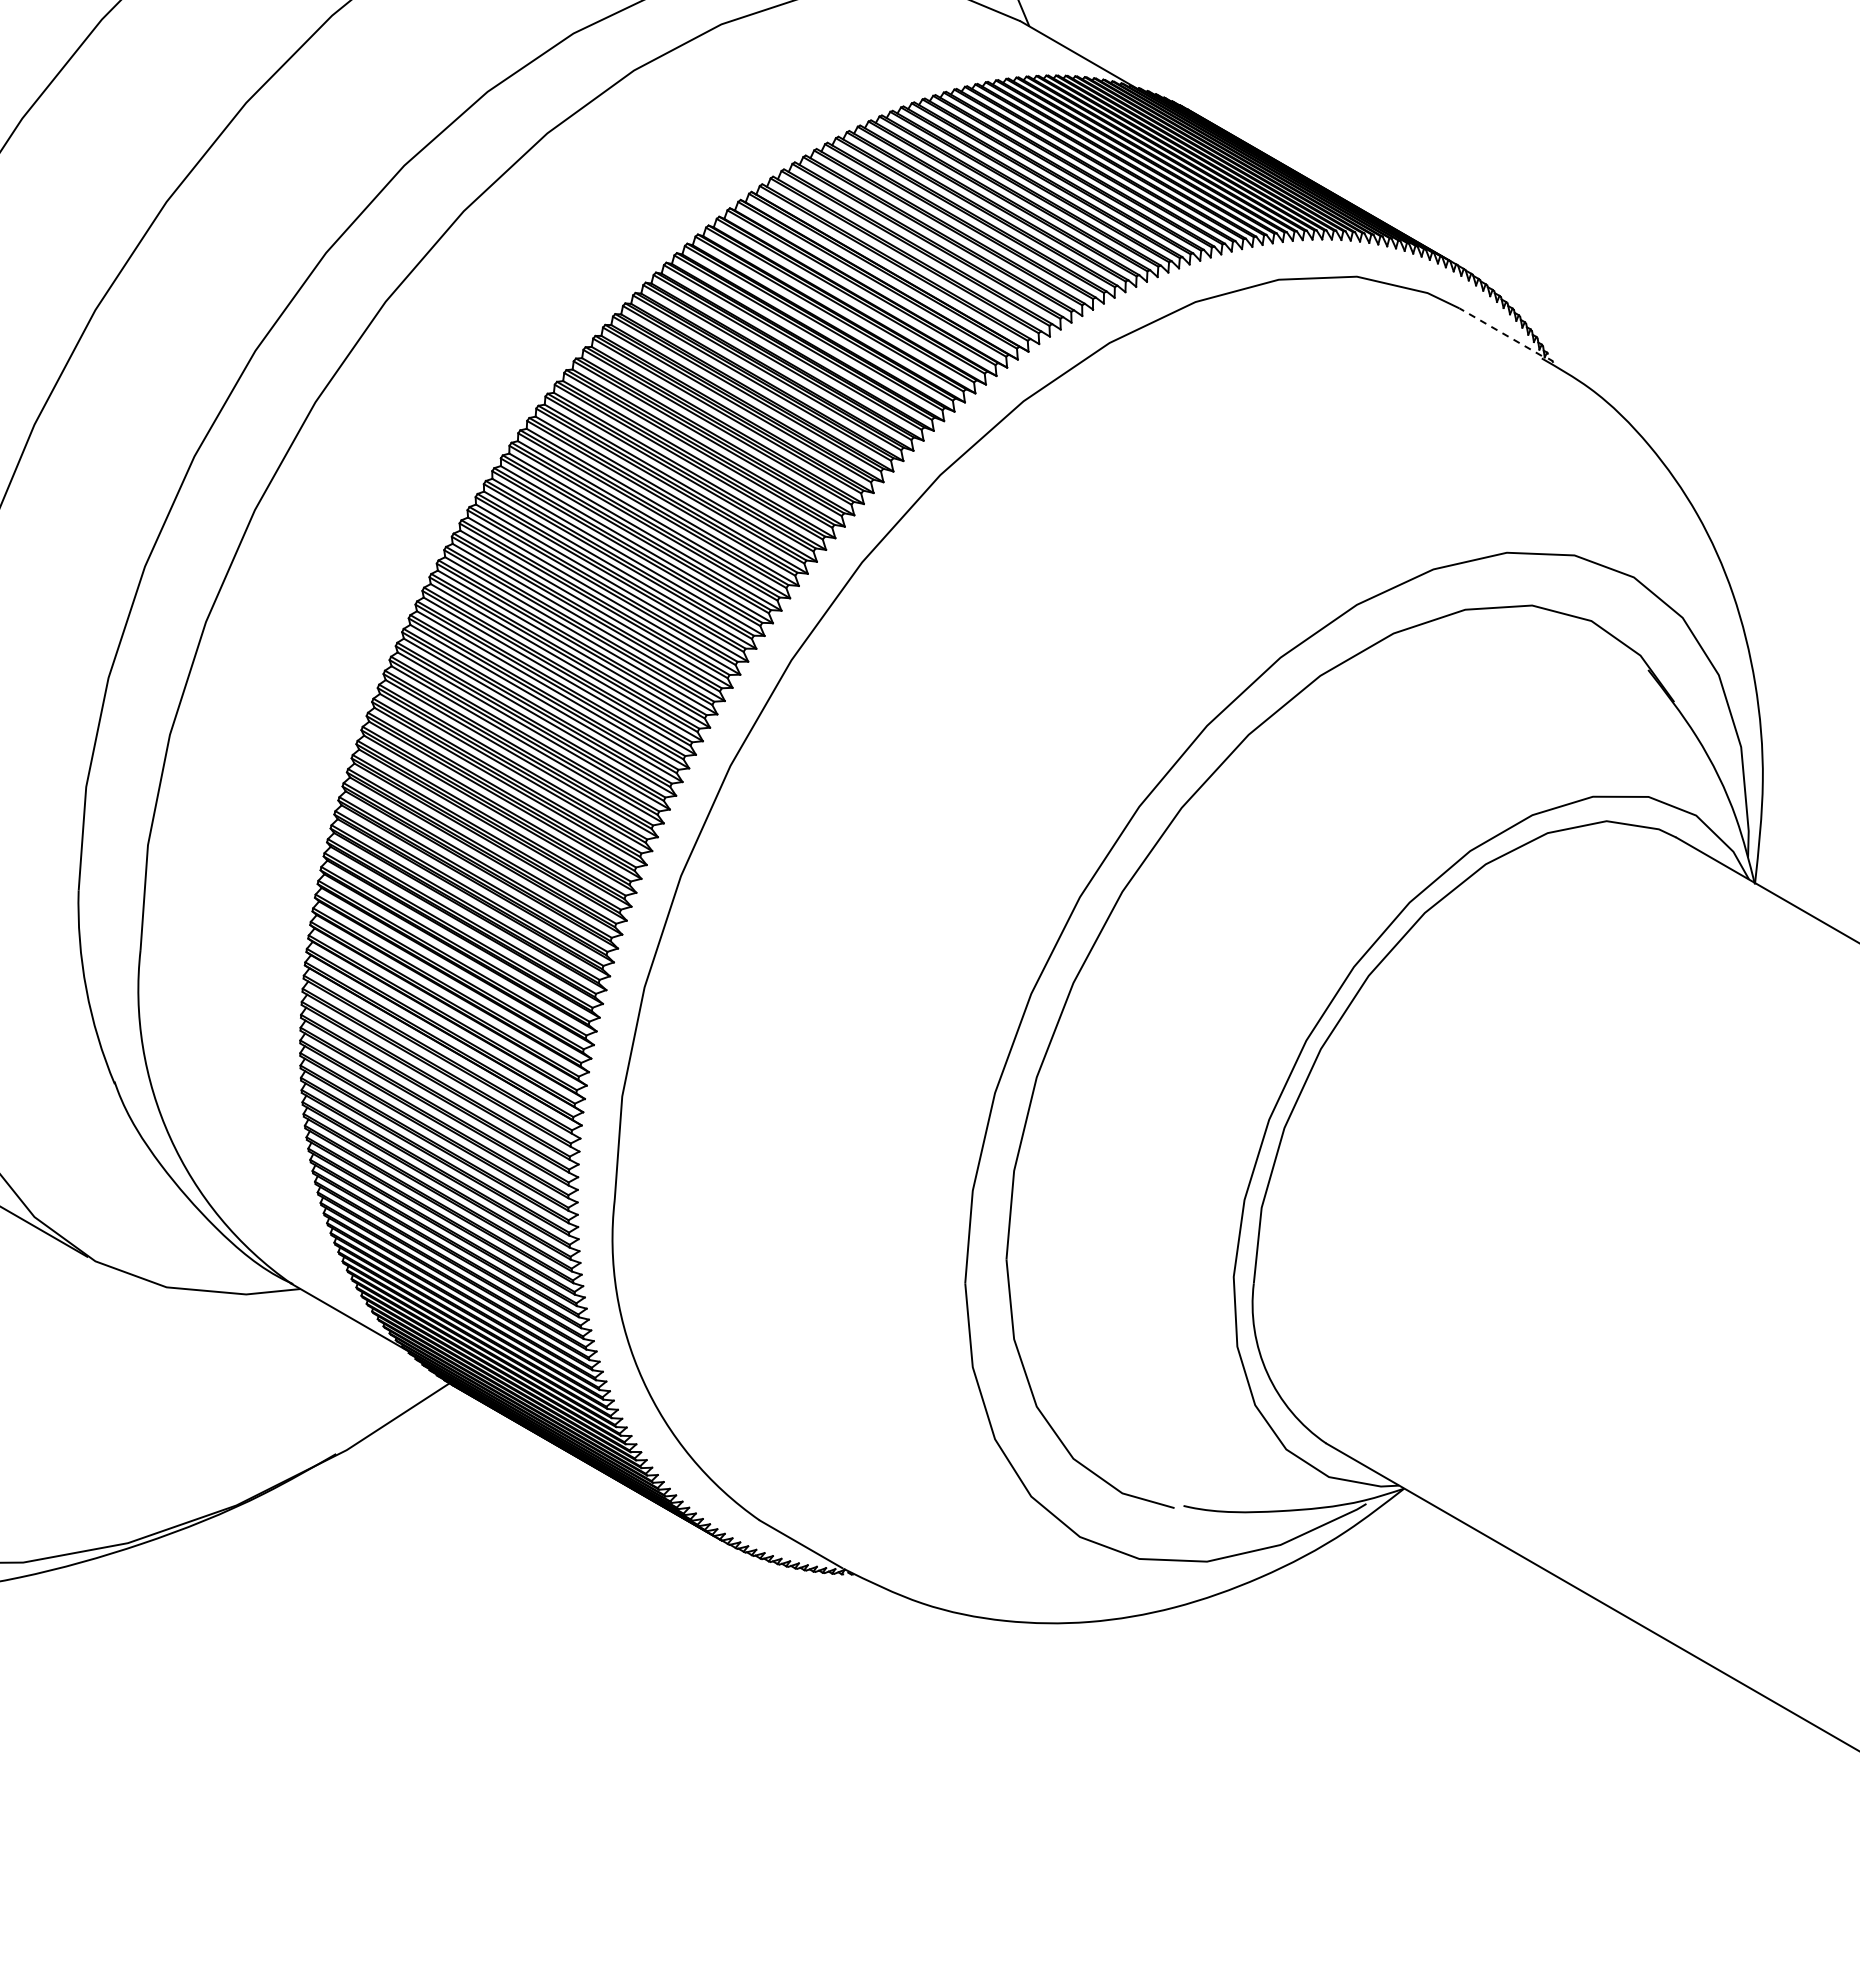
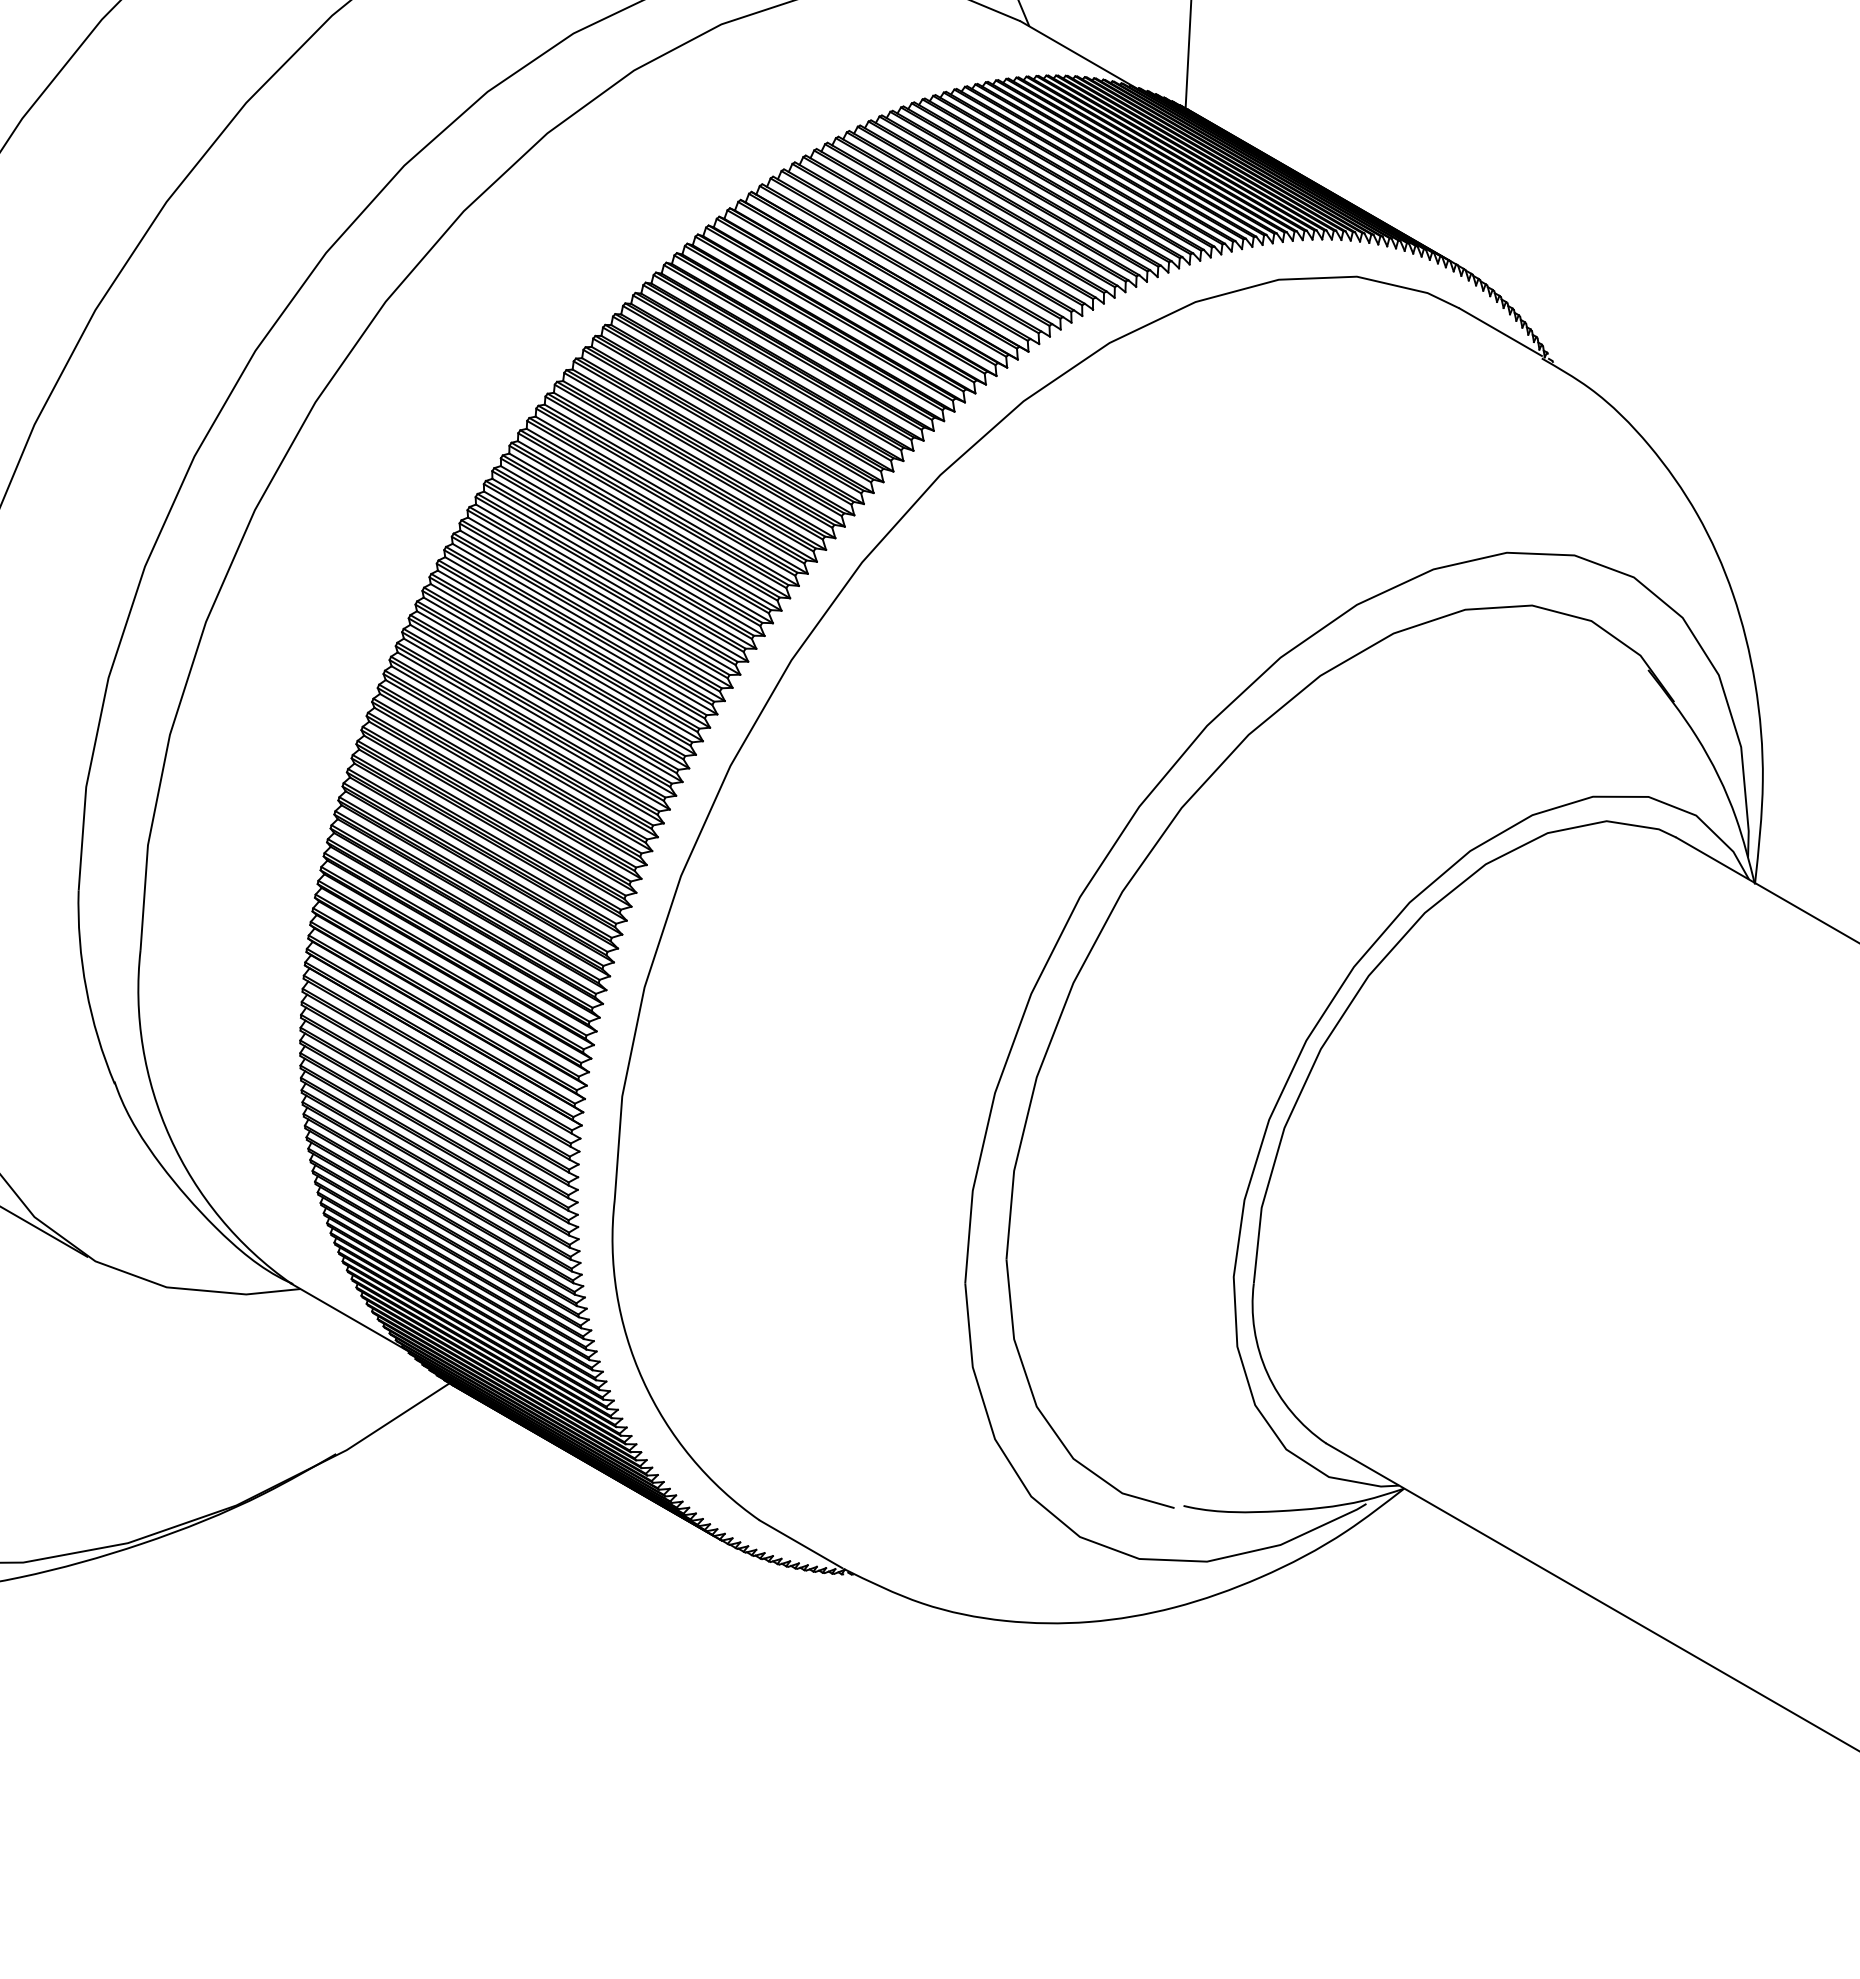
line at (1188, 56): none -> present
line at (1500, 332): dashed -> solid
